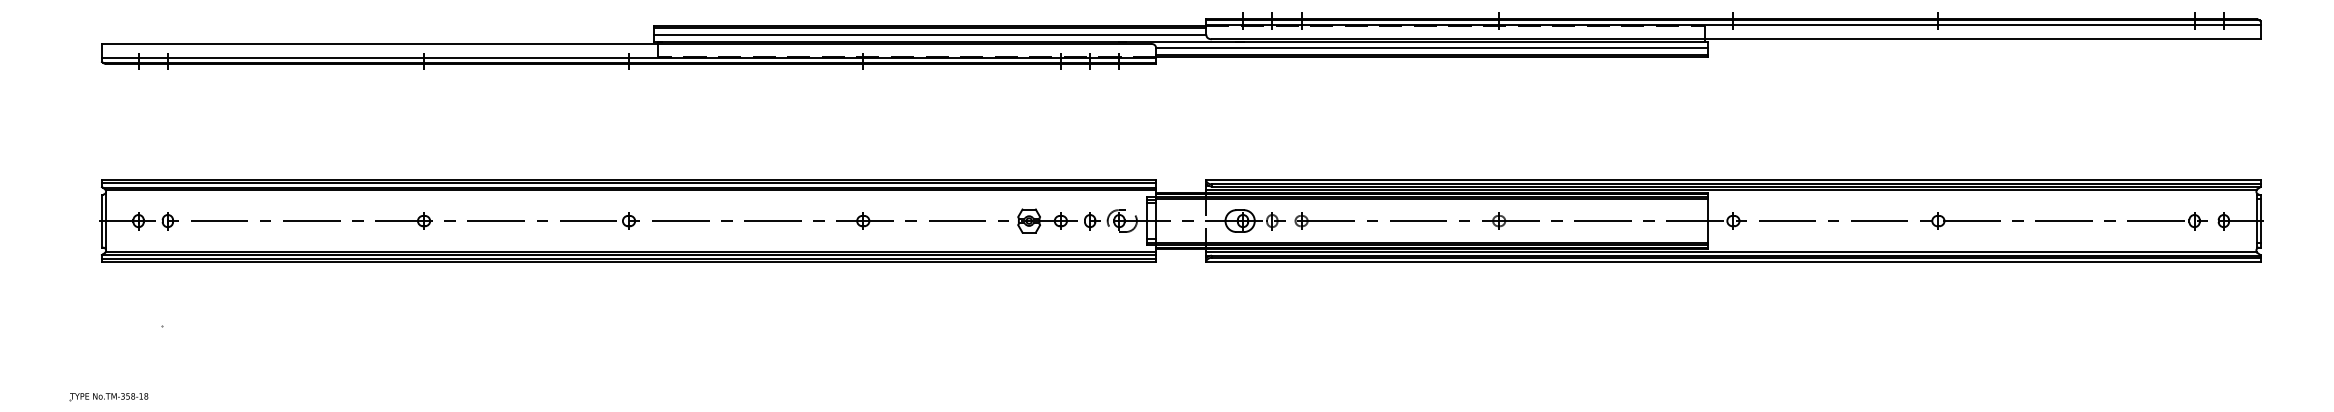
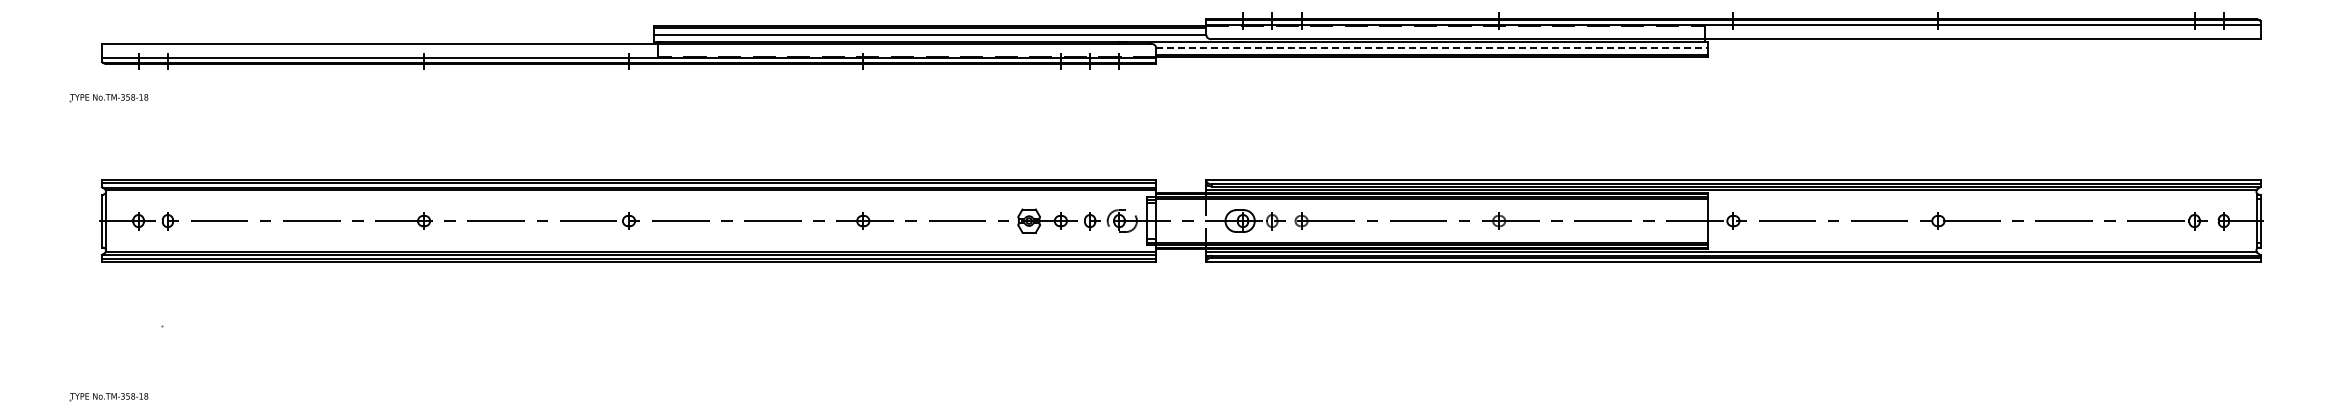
line at (1432, 48): solid -> dashed
part at (108, 98): none -> present
